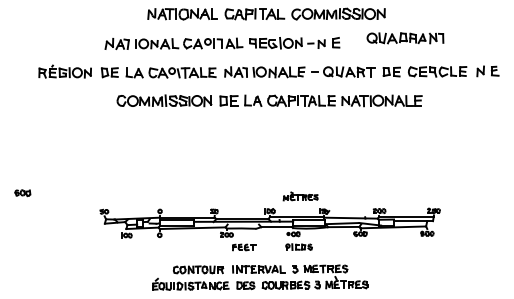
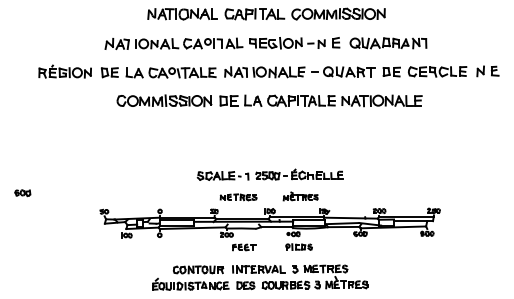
part at (405, 38) position: (405, 38) -> (388, 43)
part at (269, 174): none -> present
part at (238, 197): none -> present
